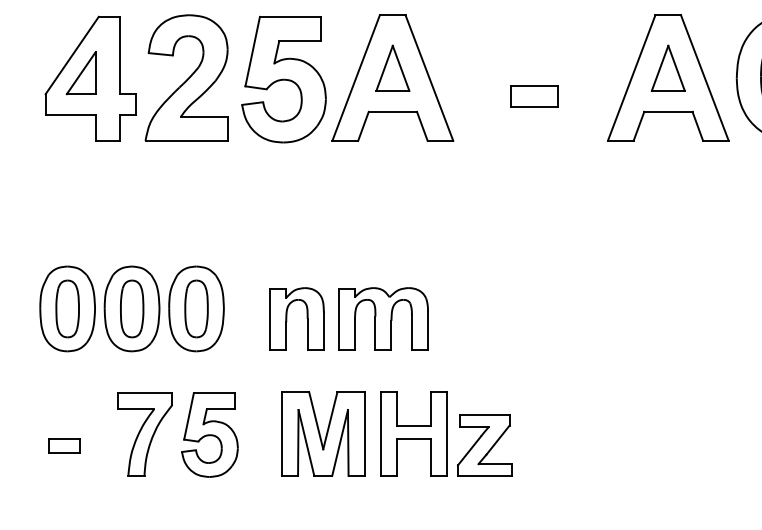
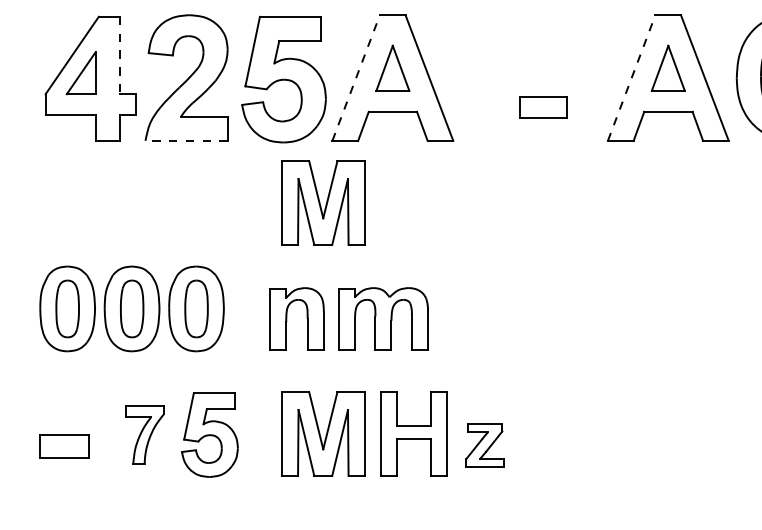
line at (119, 55): solid -> dashed
line at (356, 77): solid -> dashed
line at (631, 77): solid -> dashed
part at (534, 96) position: (534, 96) -> (543, 107)
line at (186, 140): solid -> dashed
part at (323, 202): none -> present
part at (144, 434) size: 56x85 px -> 40x60 px
part at (64, 445) size: 33x16 px -> 51x25 px
part at (484, 445) size: 56x63 px -> 40x45 px
